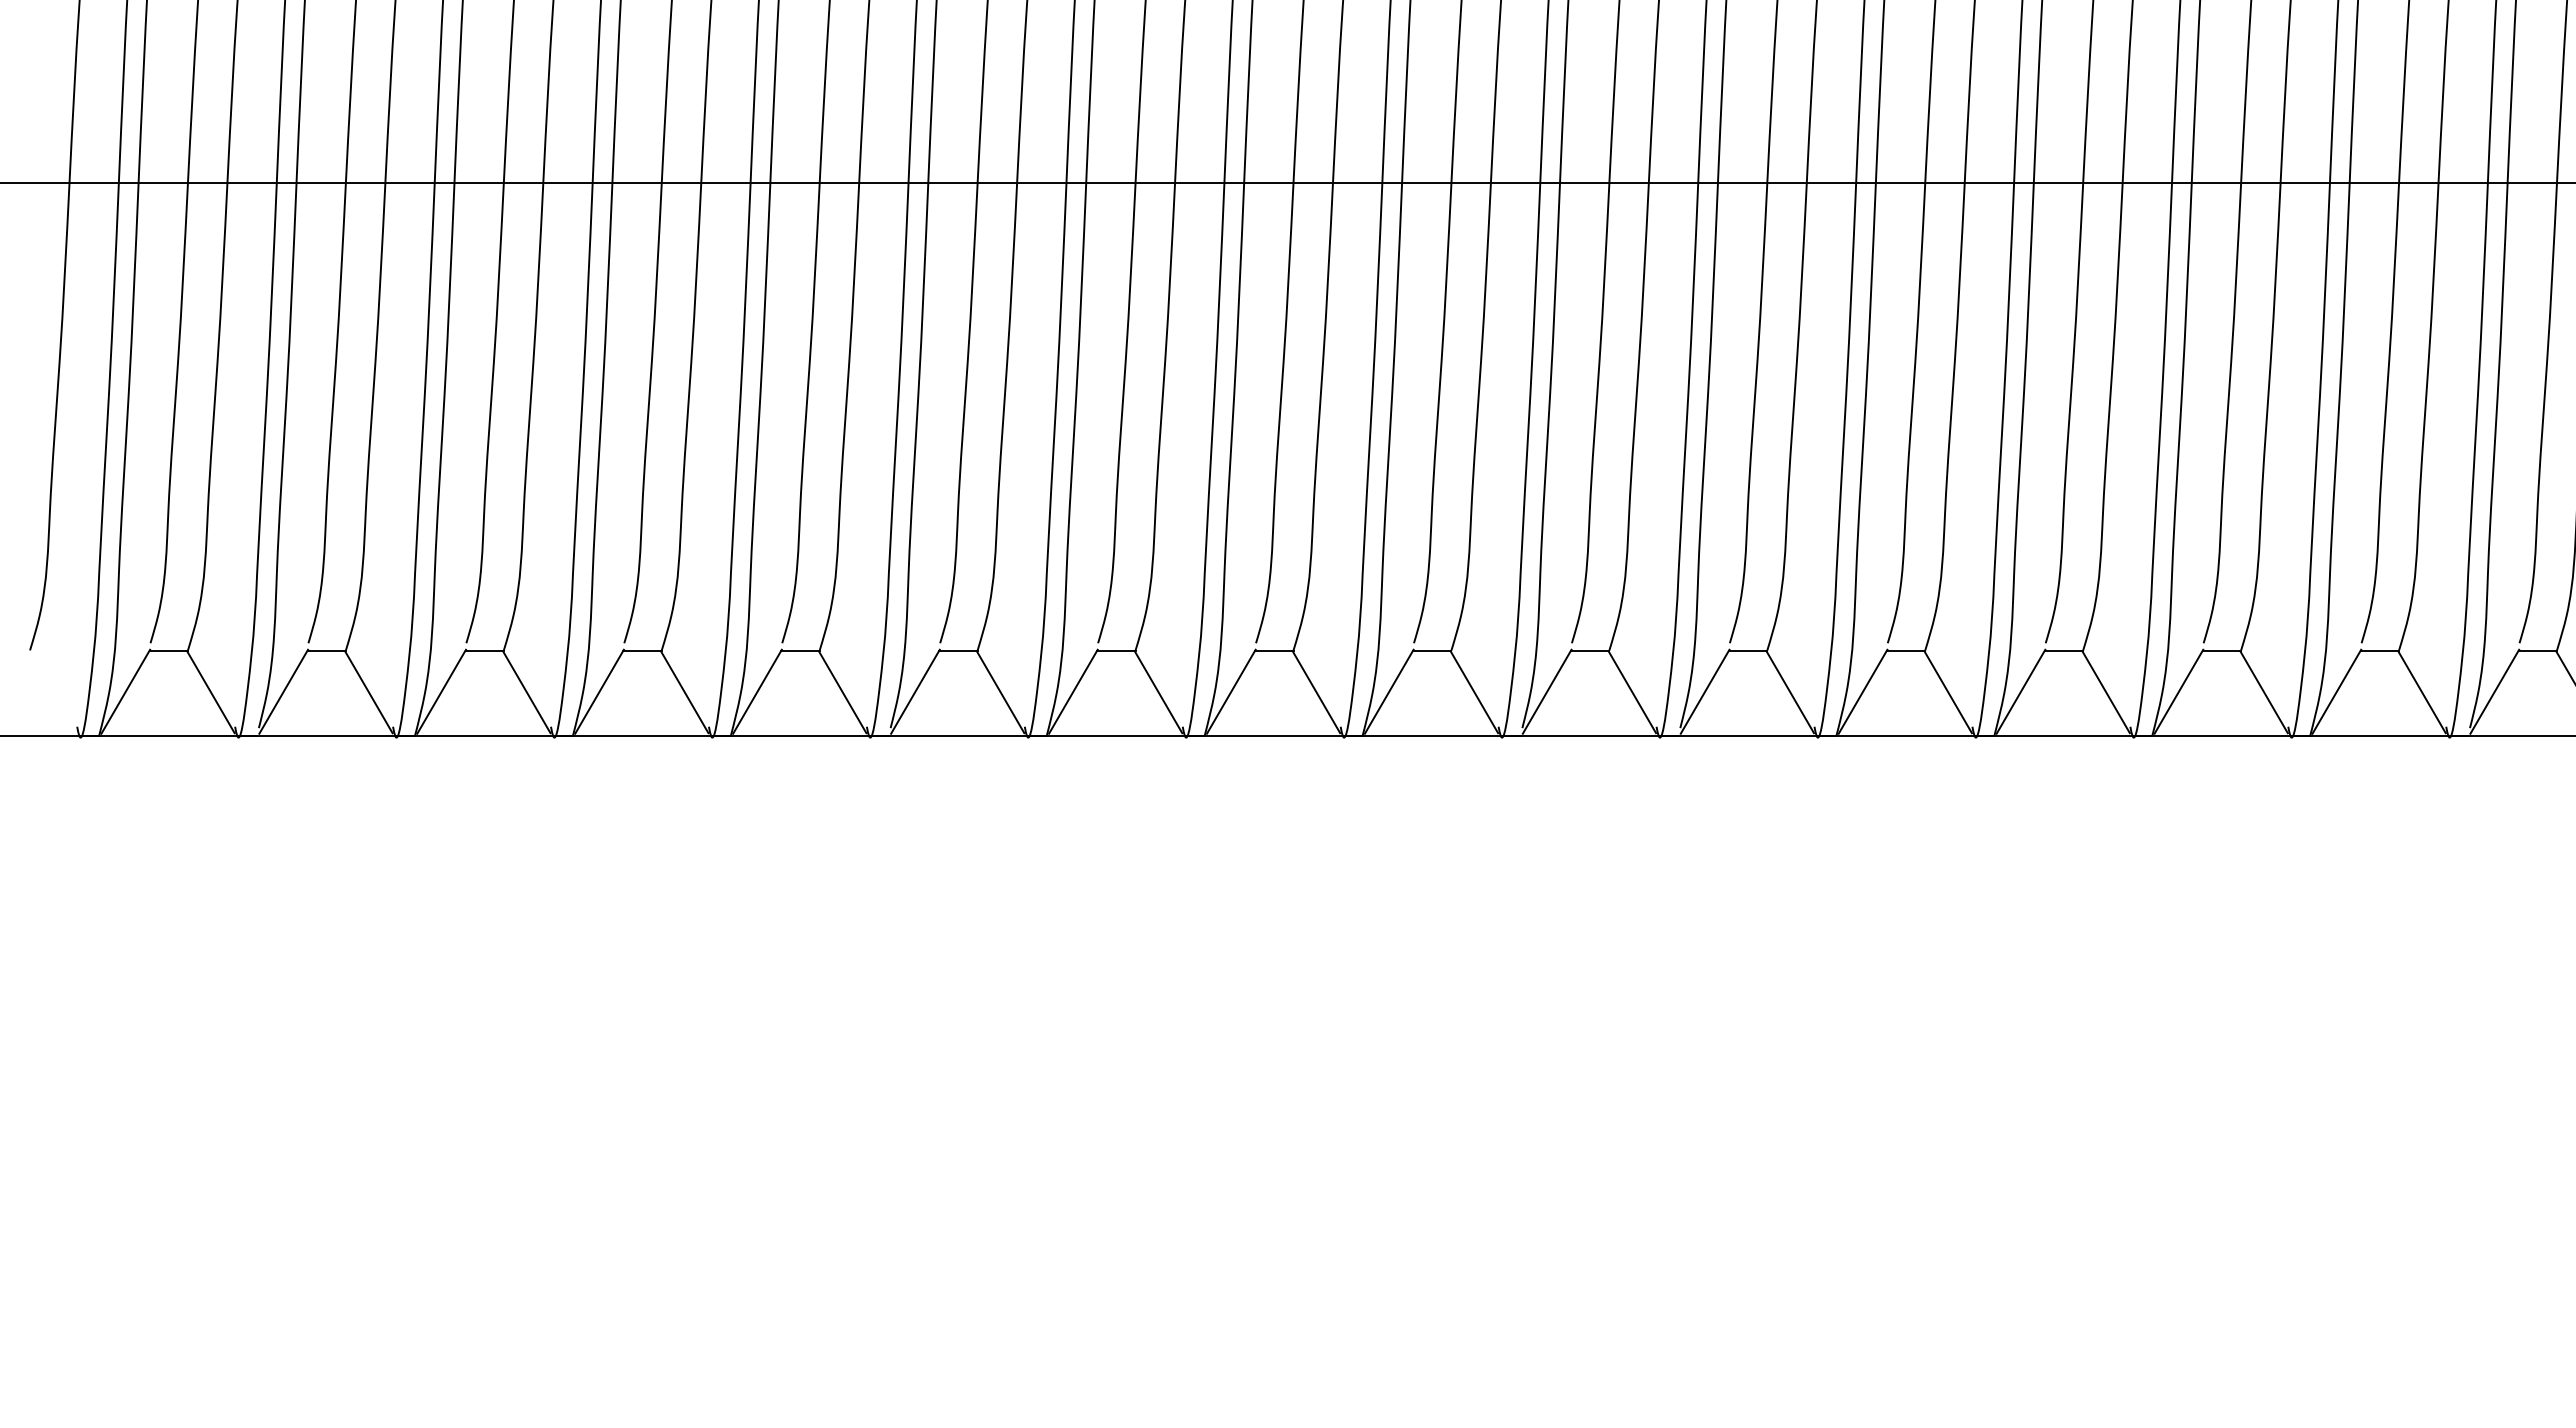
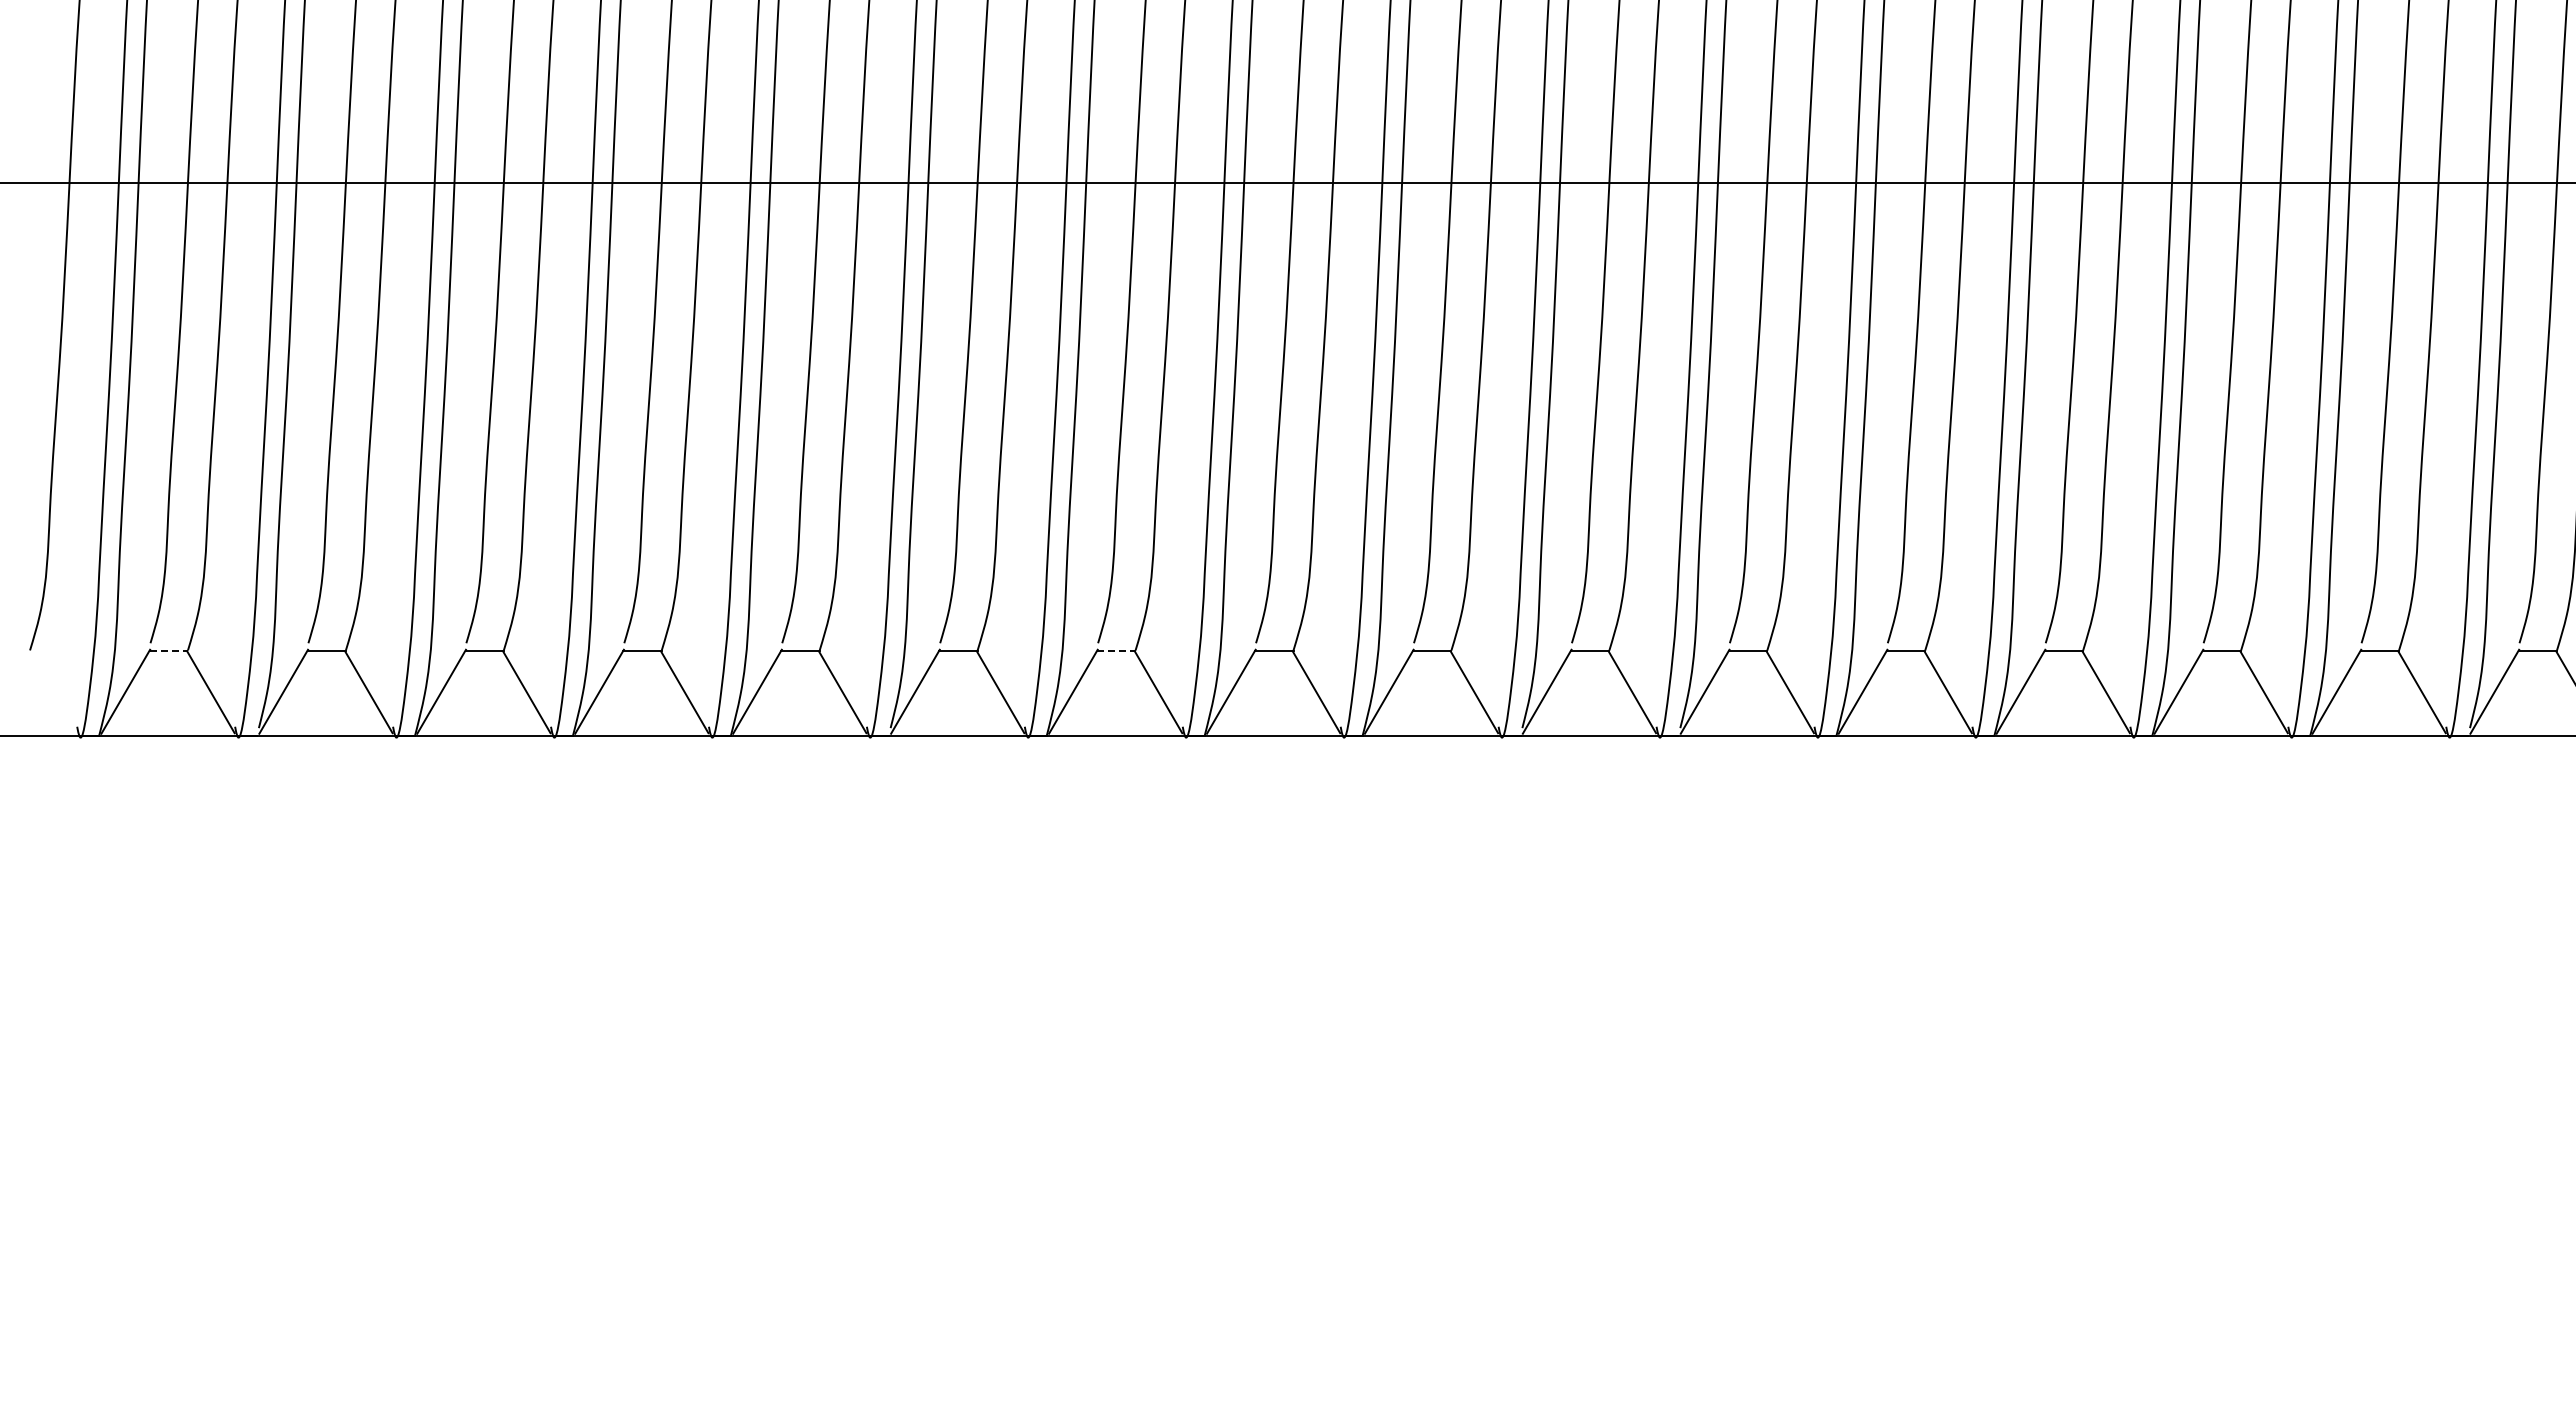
line at (169, 650): solid -> dashed
line at (1116, 650): solid -> dashed
